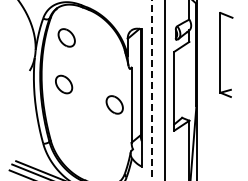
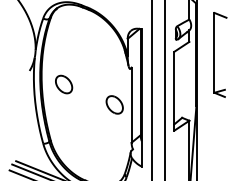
part at (66, 37): present -> none
part at (226, 54) position: (226, 54) -> (220, 54)
line at (152, 90): dashed -> solid
